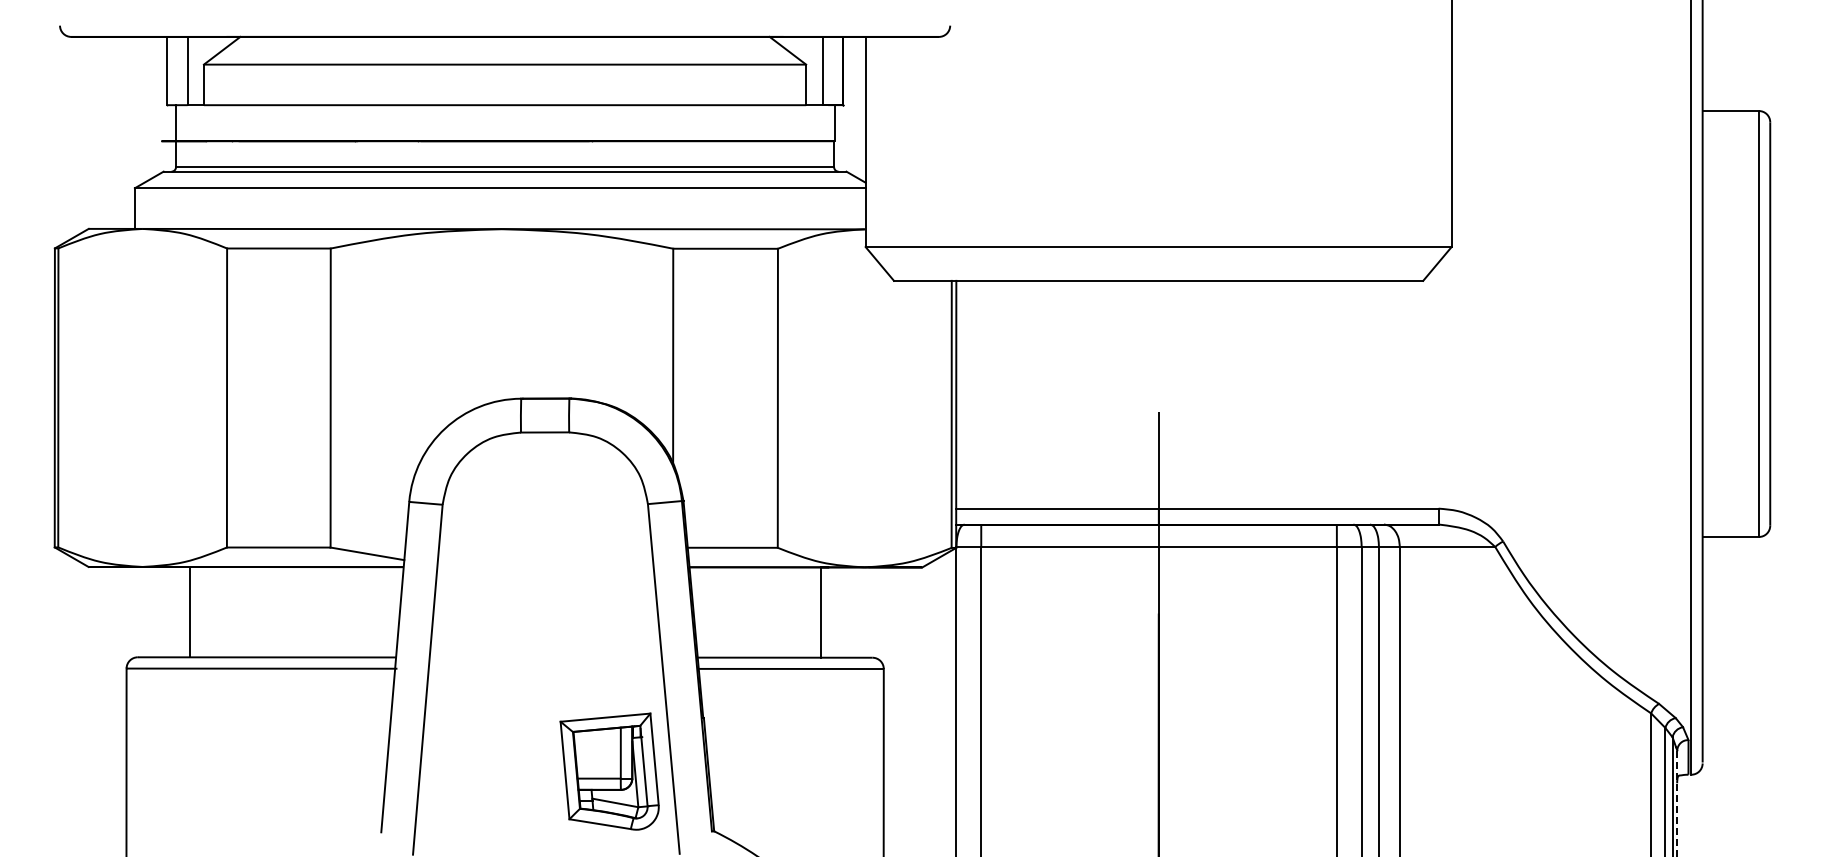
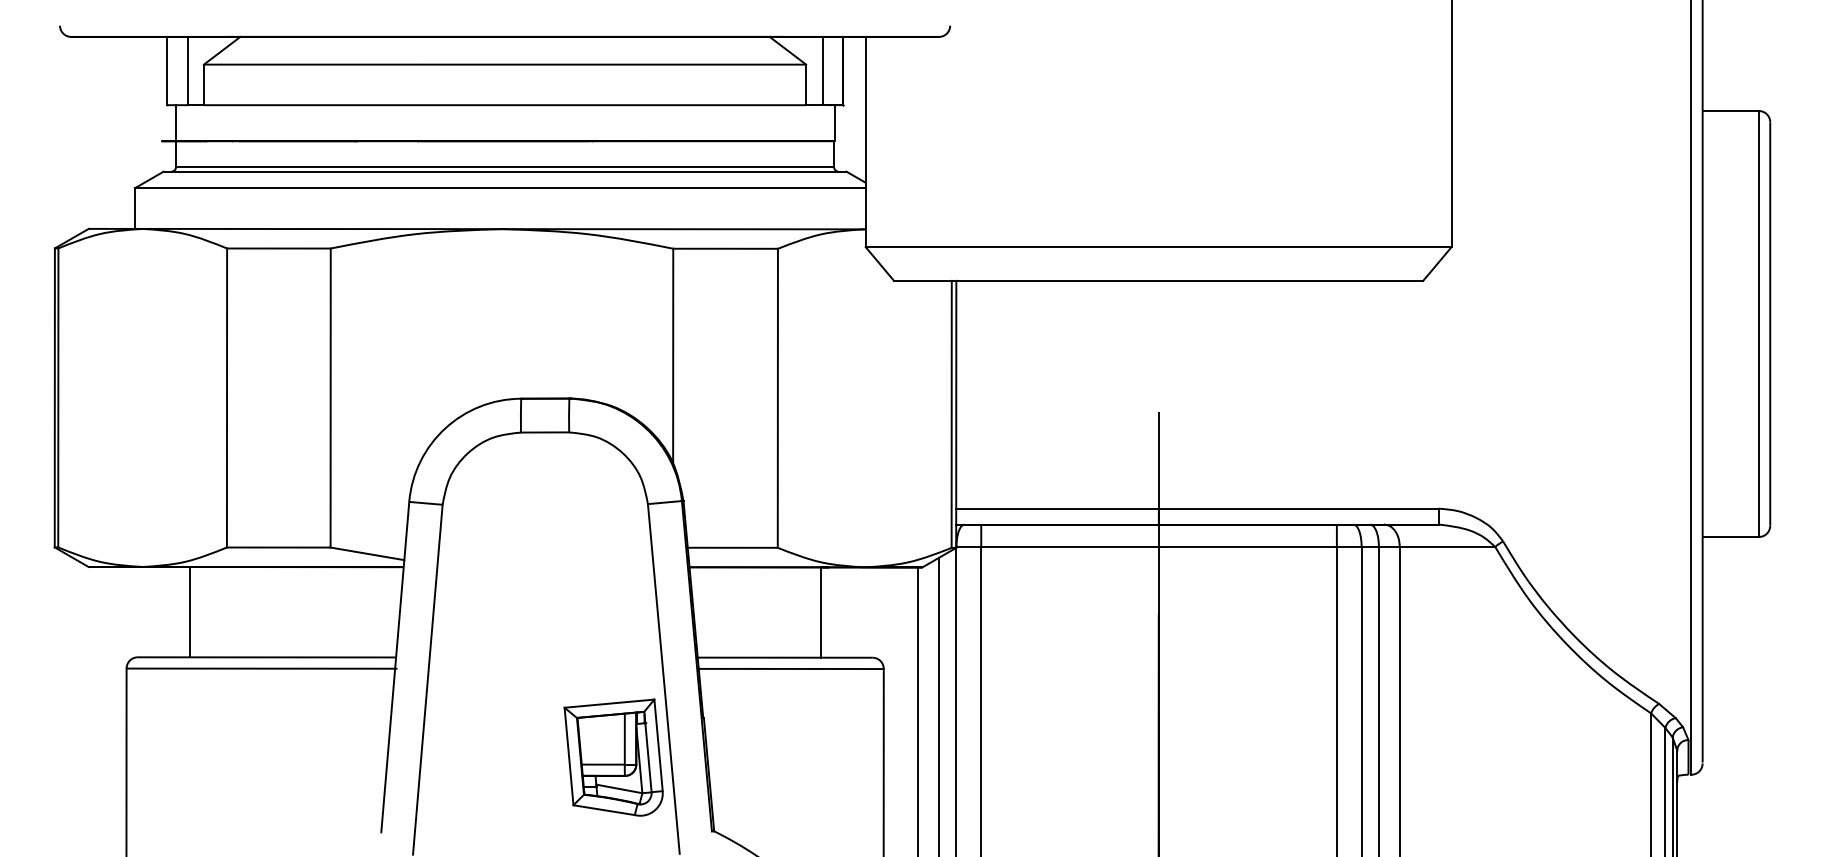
line at (939, 705): none -> present
line at (918, 710): none -> present
part at (609, 771) position: (609, 771) -> (613, 757)
line at (1677, 804): dashed -> solid
